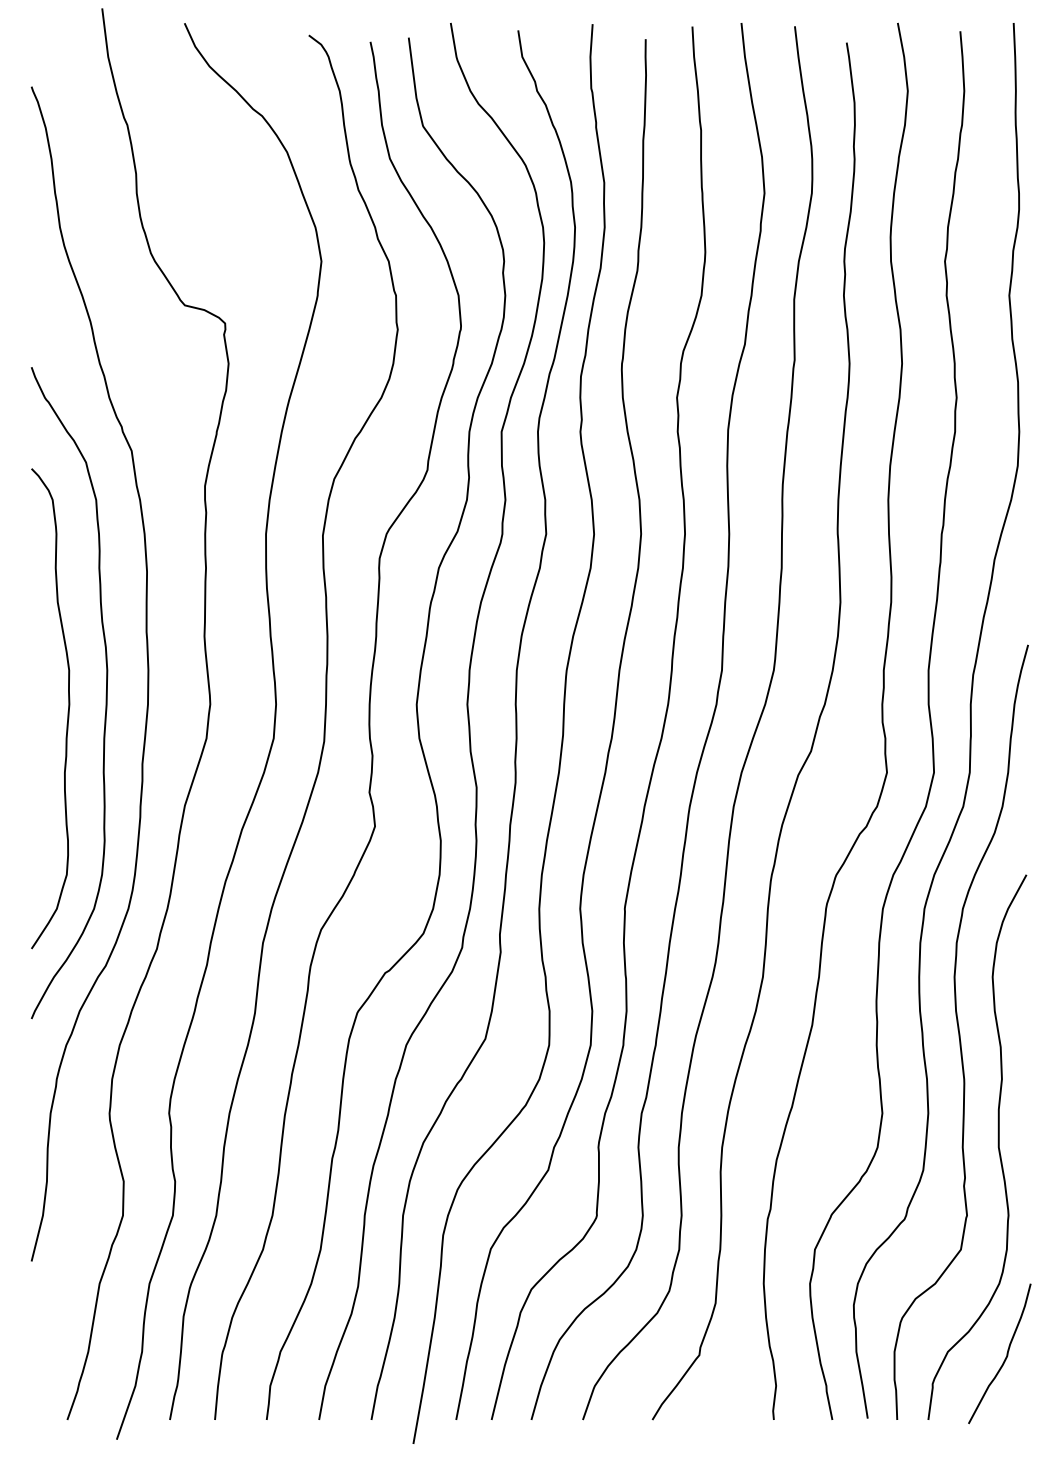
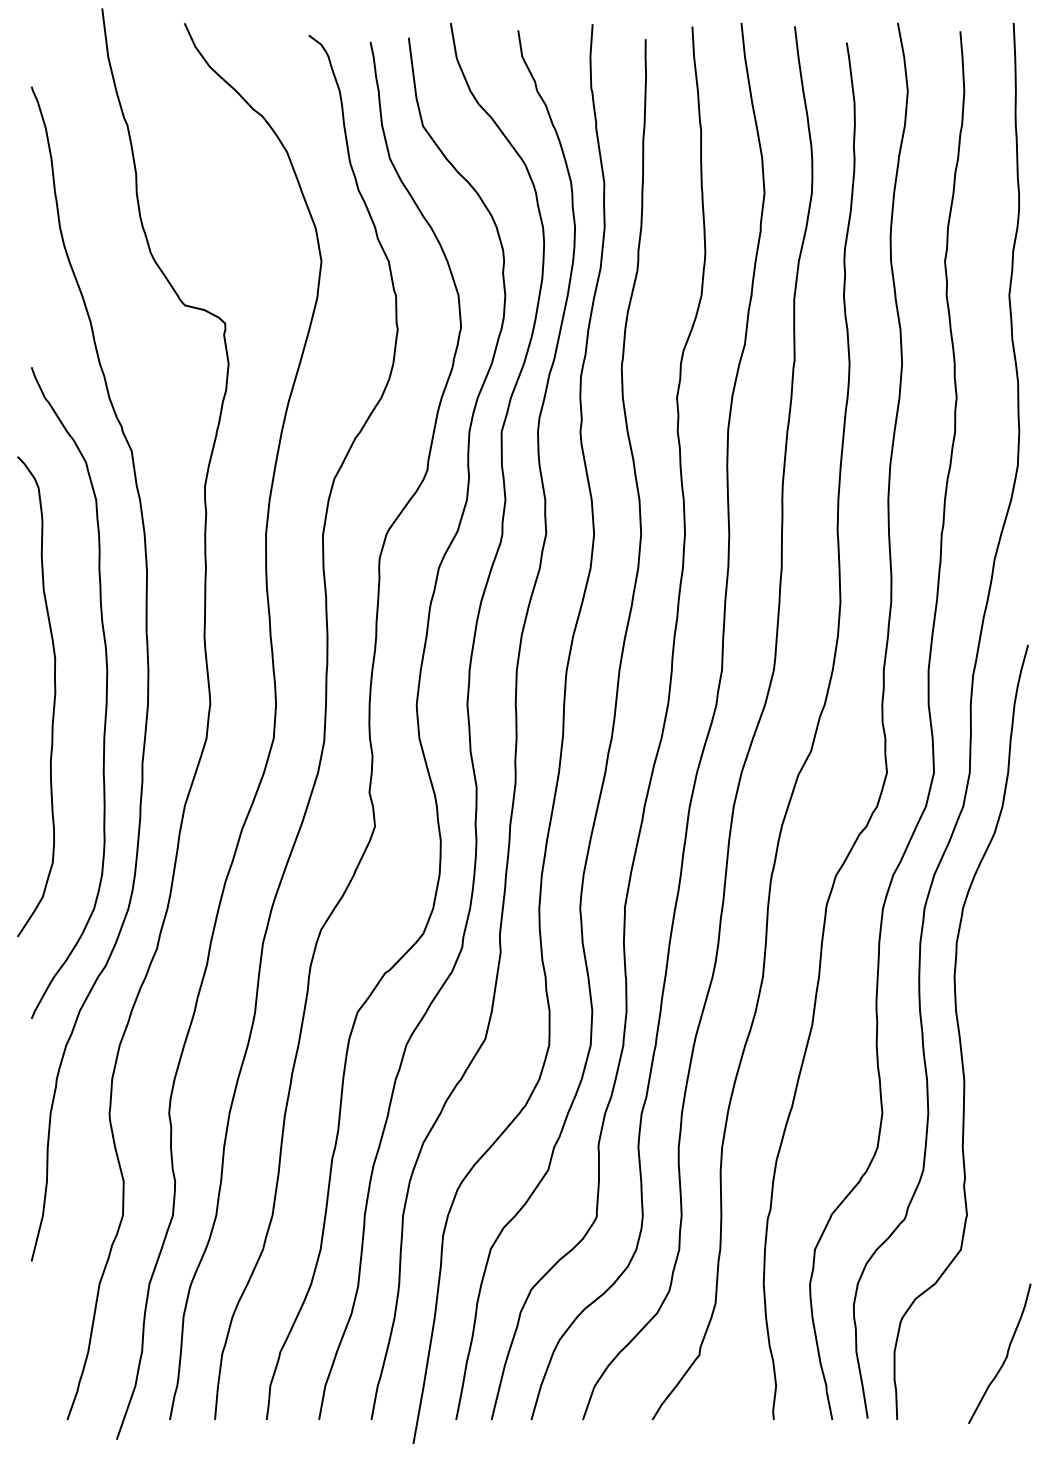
curve at (67, 711) position: (67, 711) -> (53, 699)
curve at (997, 1146): present -> none
